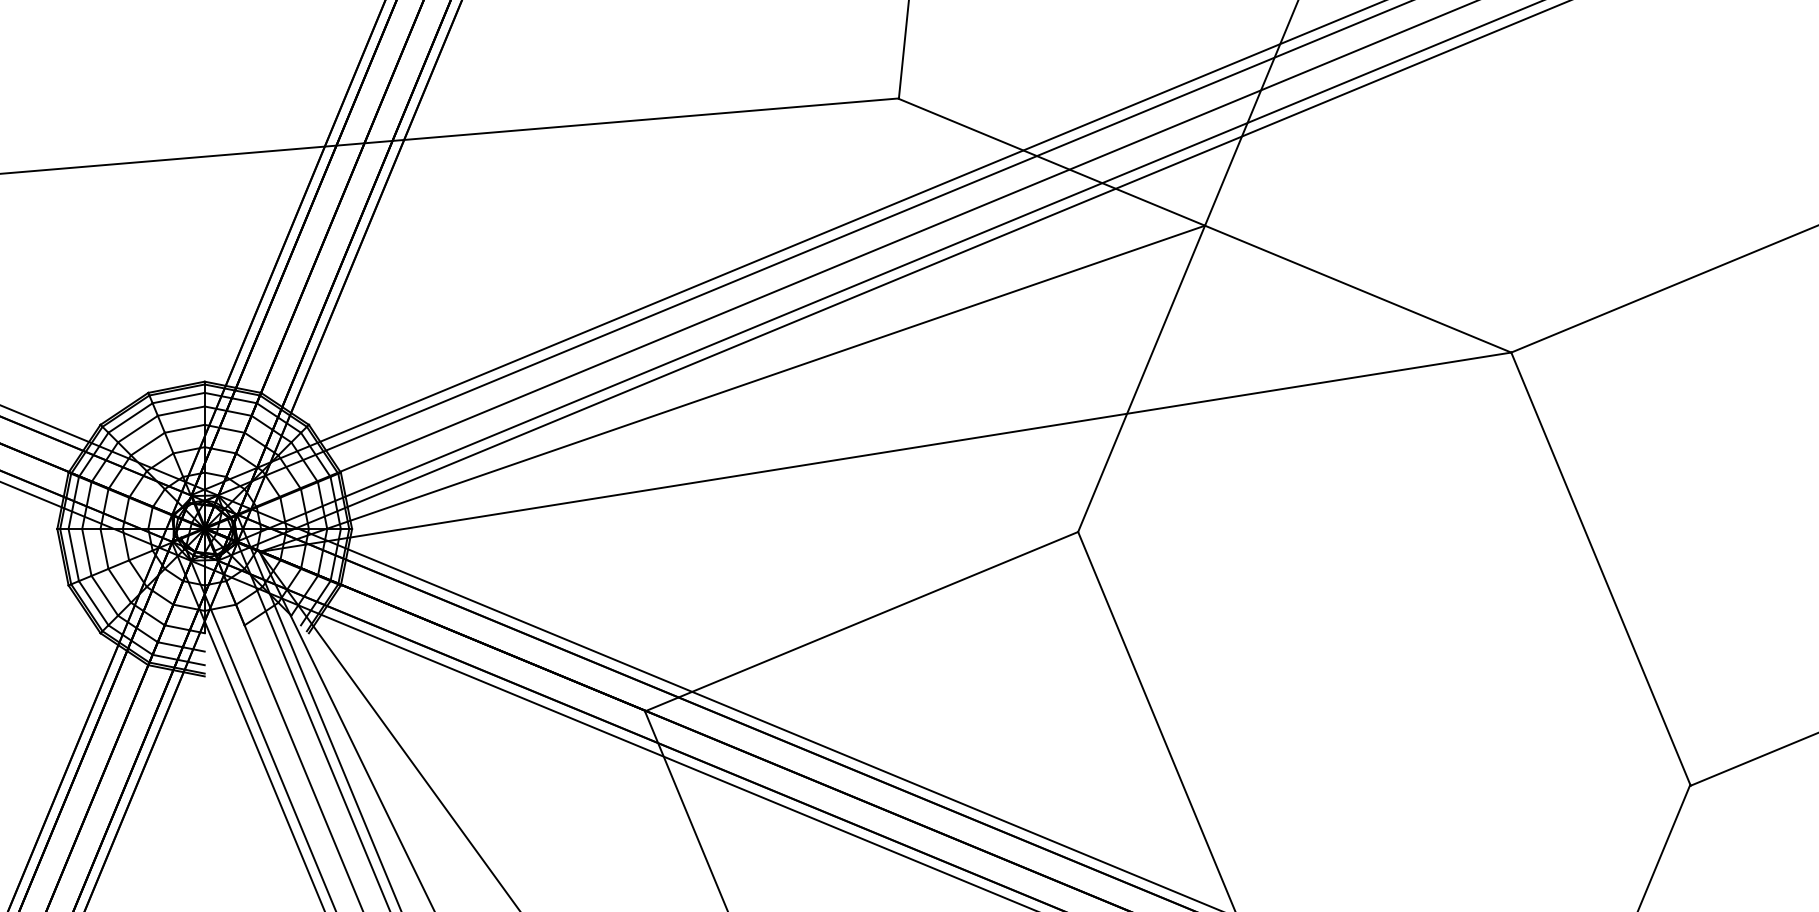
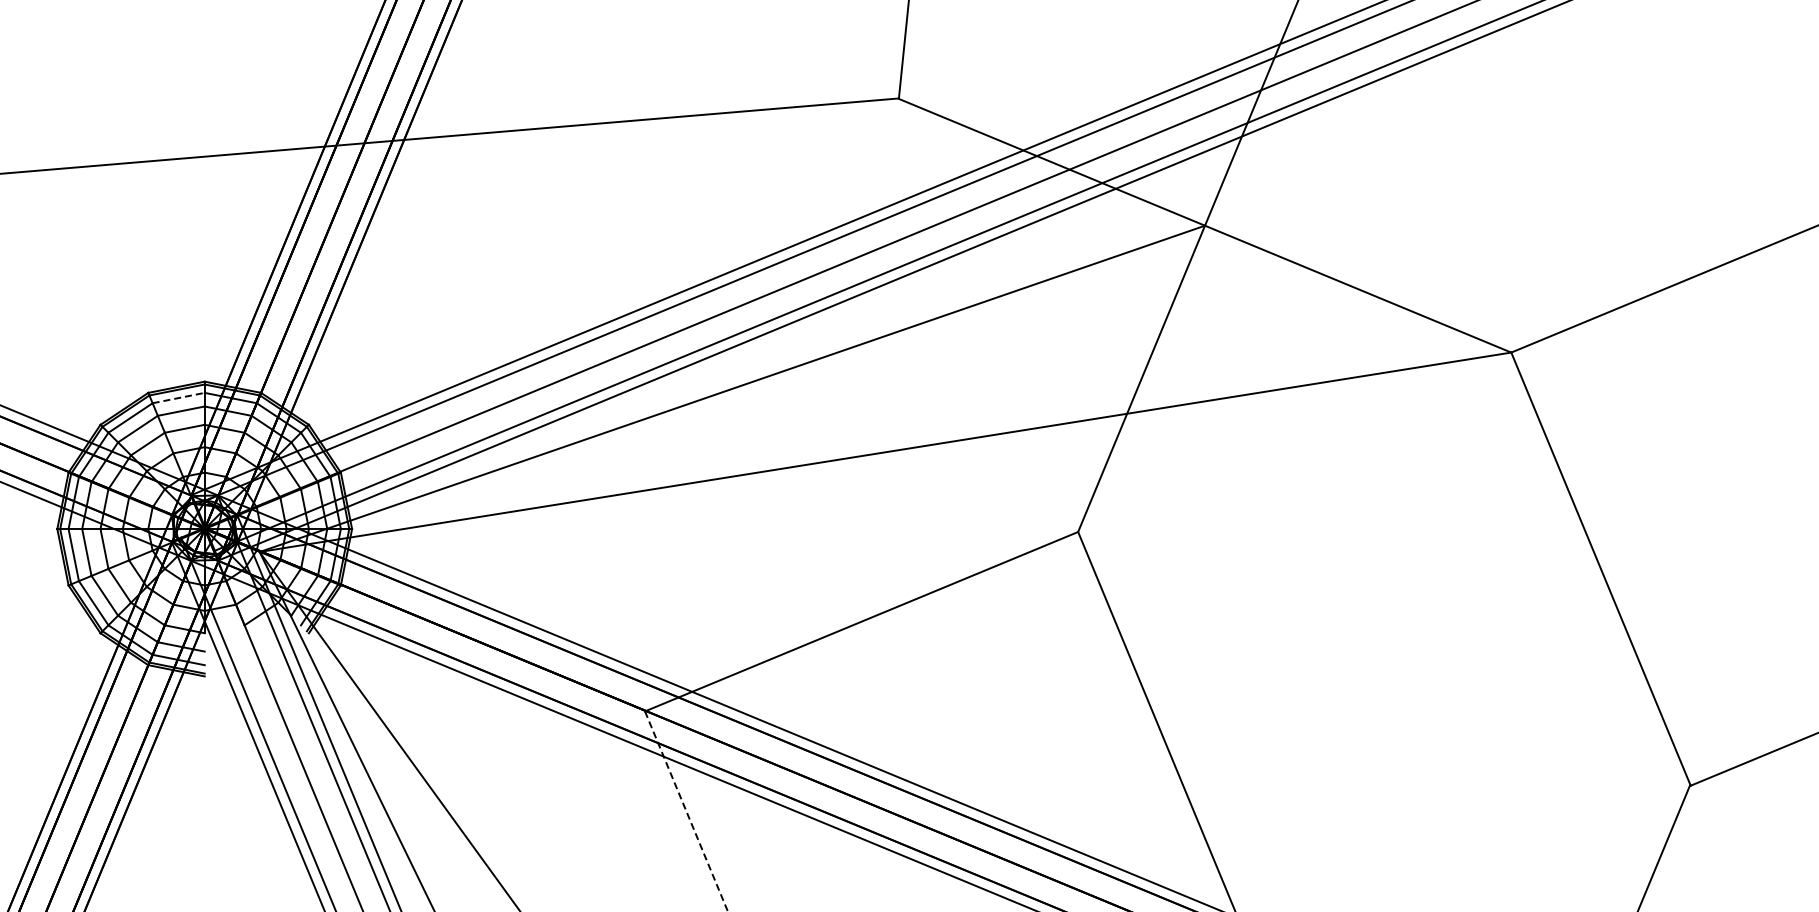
line at (178, 398): solid -> dashed
line at (686, 812): solid -> dashed
